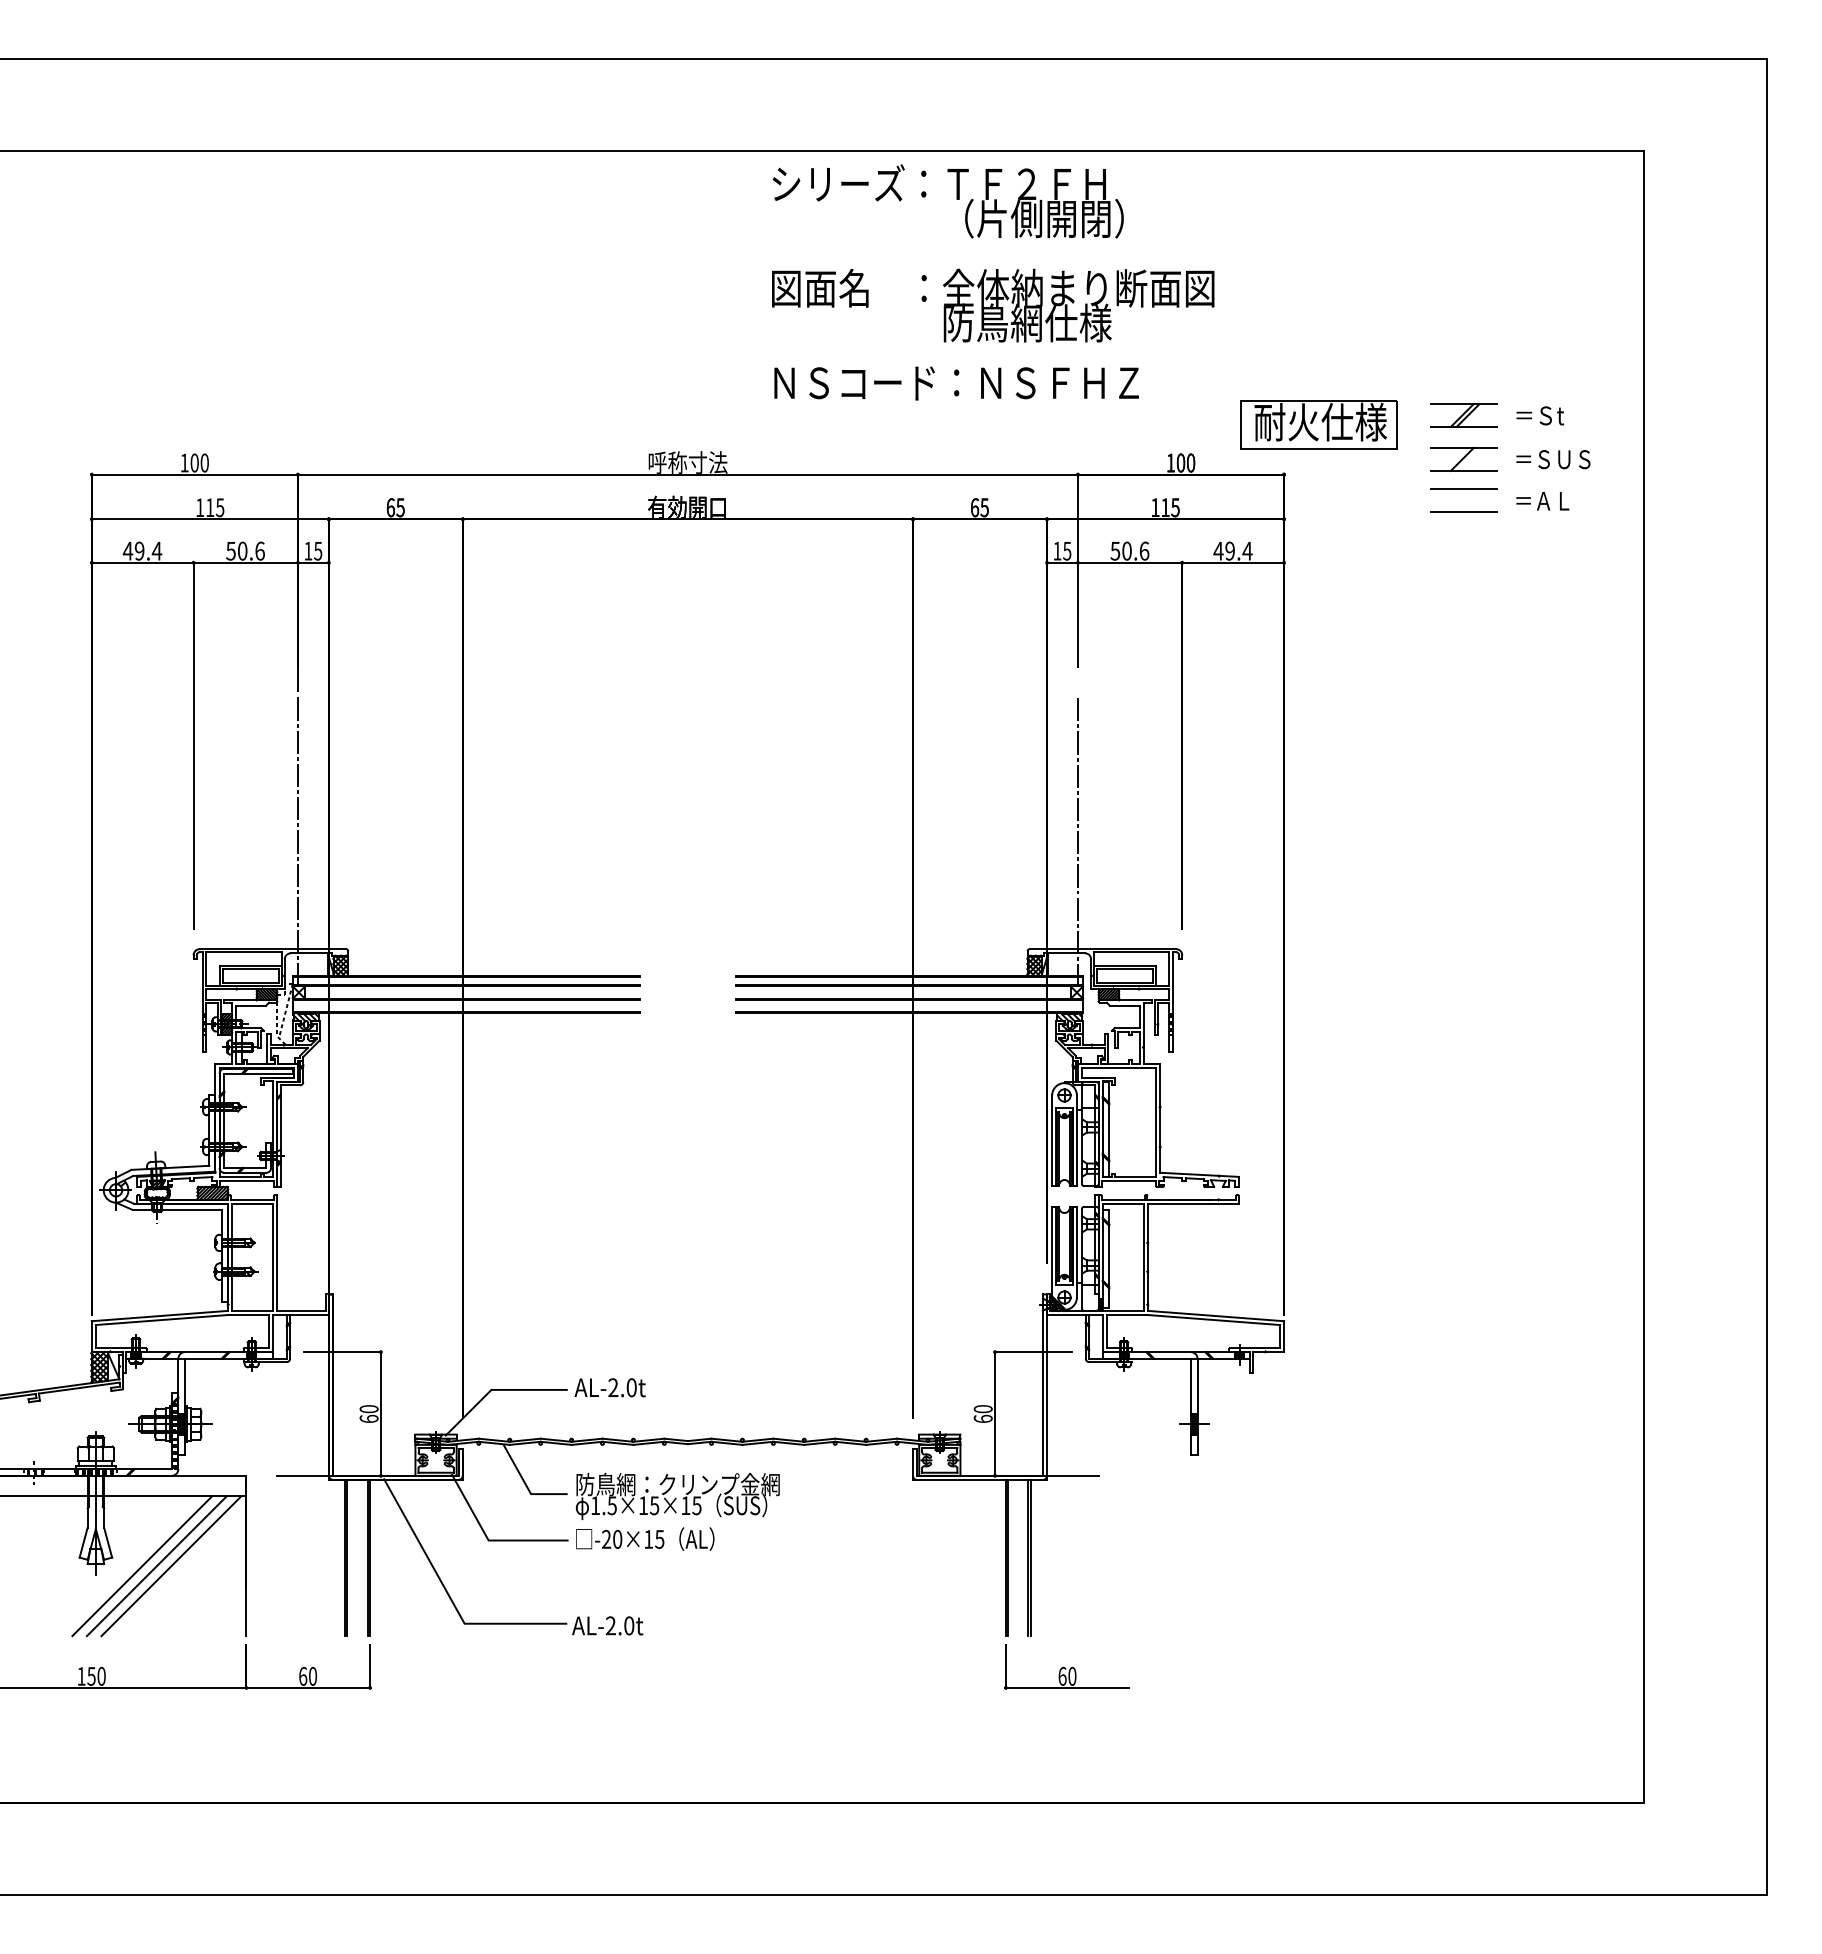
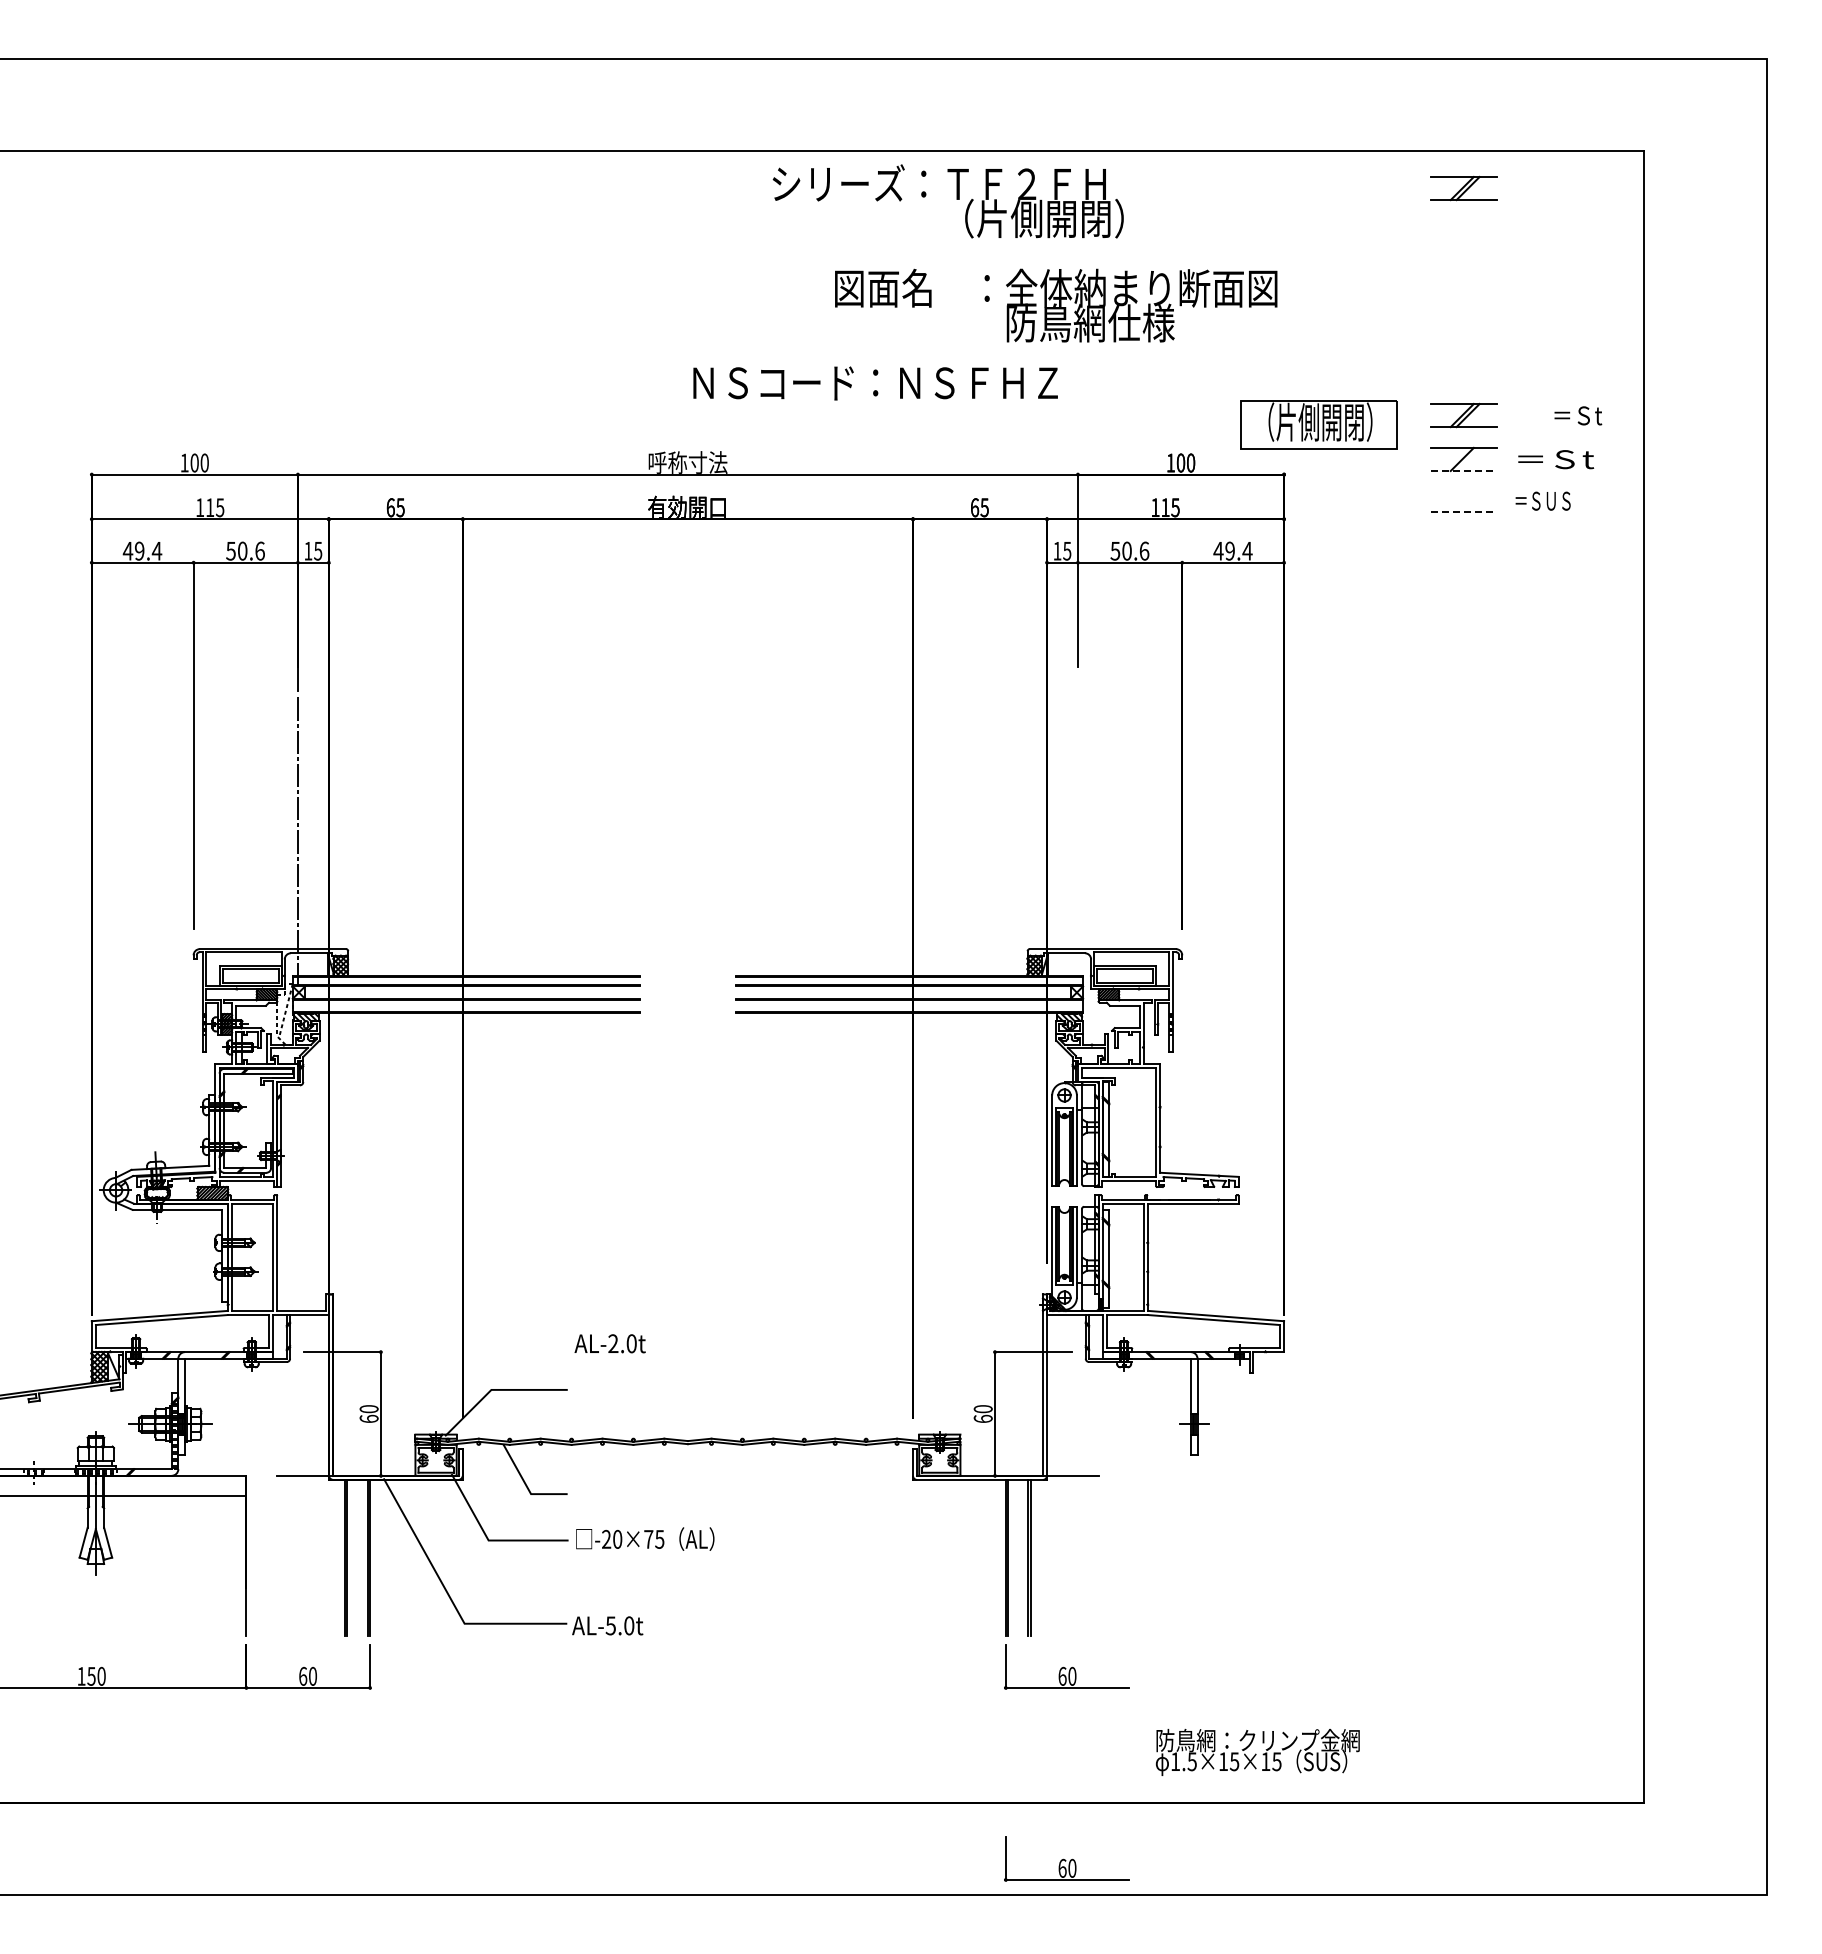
part at (1463, 188): none -> present
text at (993, 305) position: (993, 305) -> (1056, 305)
text at (956, 383) position: (956, 383) -> (875, 383)
text at (1540, 415) position: (1540, 415) -> (1578, 415)
text at (1320, 421): 耐火仕様 -> （片側開閉）
text at (1555, 459): ＝ＳＵＳ -> ＝Ｓt
line at (1464, 471): solid -> dashed
line at (1463, 488): present -> none
text at (1542, 500): ＝ＡＬ -> ＝ＳＵＳ
line at (1464, 511): solid -> dashed
line at (1077, 842): present -> none
text at (609, 1387) position: (609, 1387) -> (609, 1343)
text at (677, 1495) position: (677, 1495) -> (1257, 1751)
text at (648, 1539): -20×15 -> -20×75
line at (142, 1566): present -> none
line at (156, 1566): present -> none
line at (171, 1566): present -> none
text at (610, 1625): AL-2.0t -> AL-5.0t
part at (1066, 1858): none -> present
